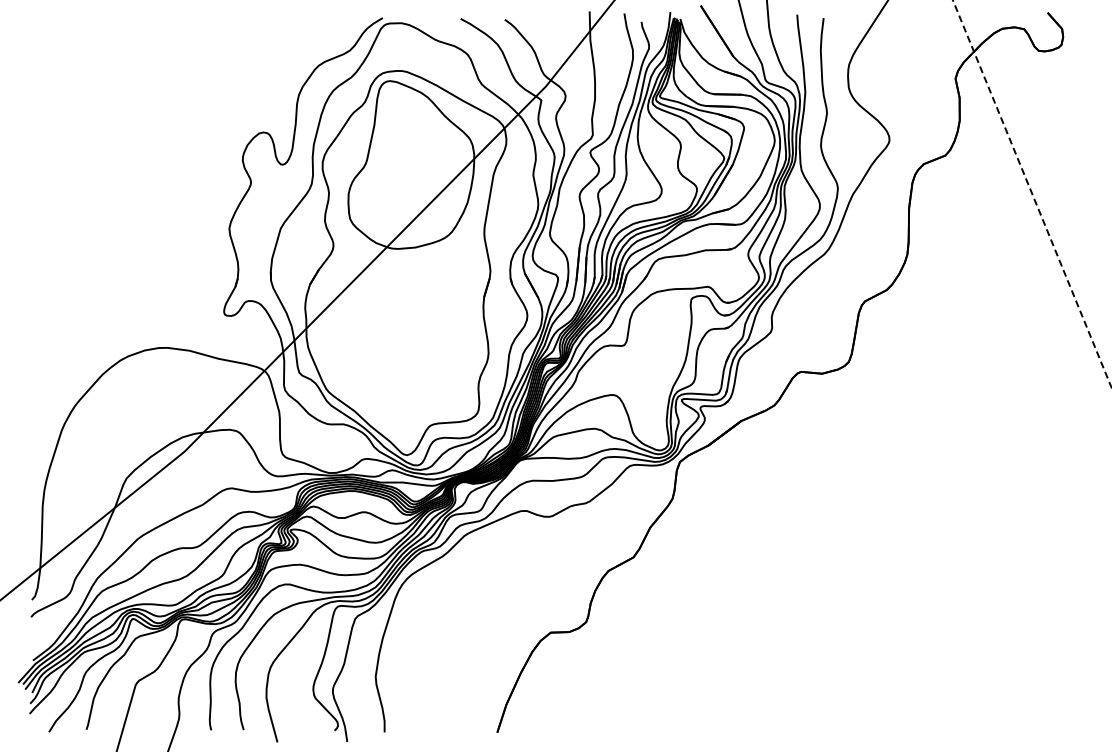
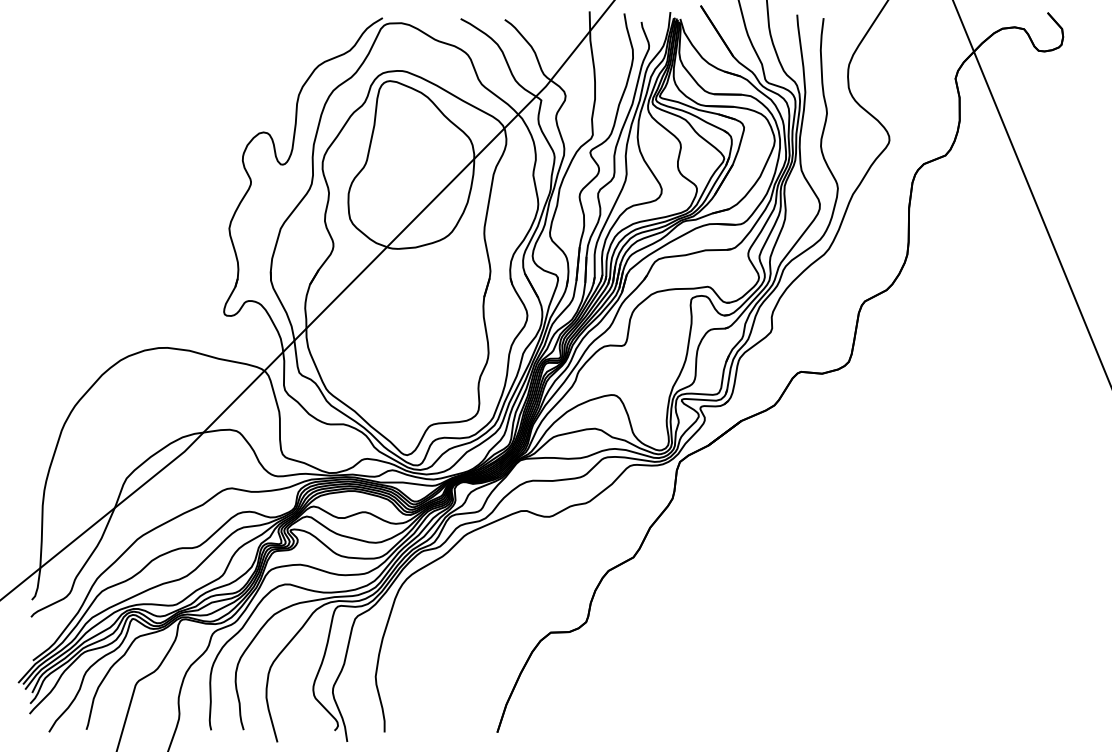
line at (1032, 195): dashed -> solid
